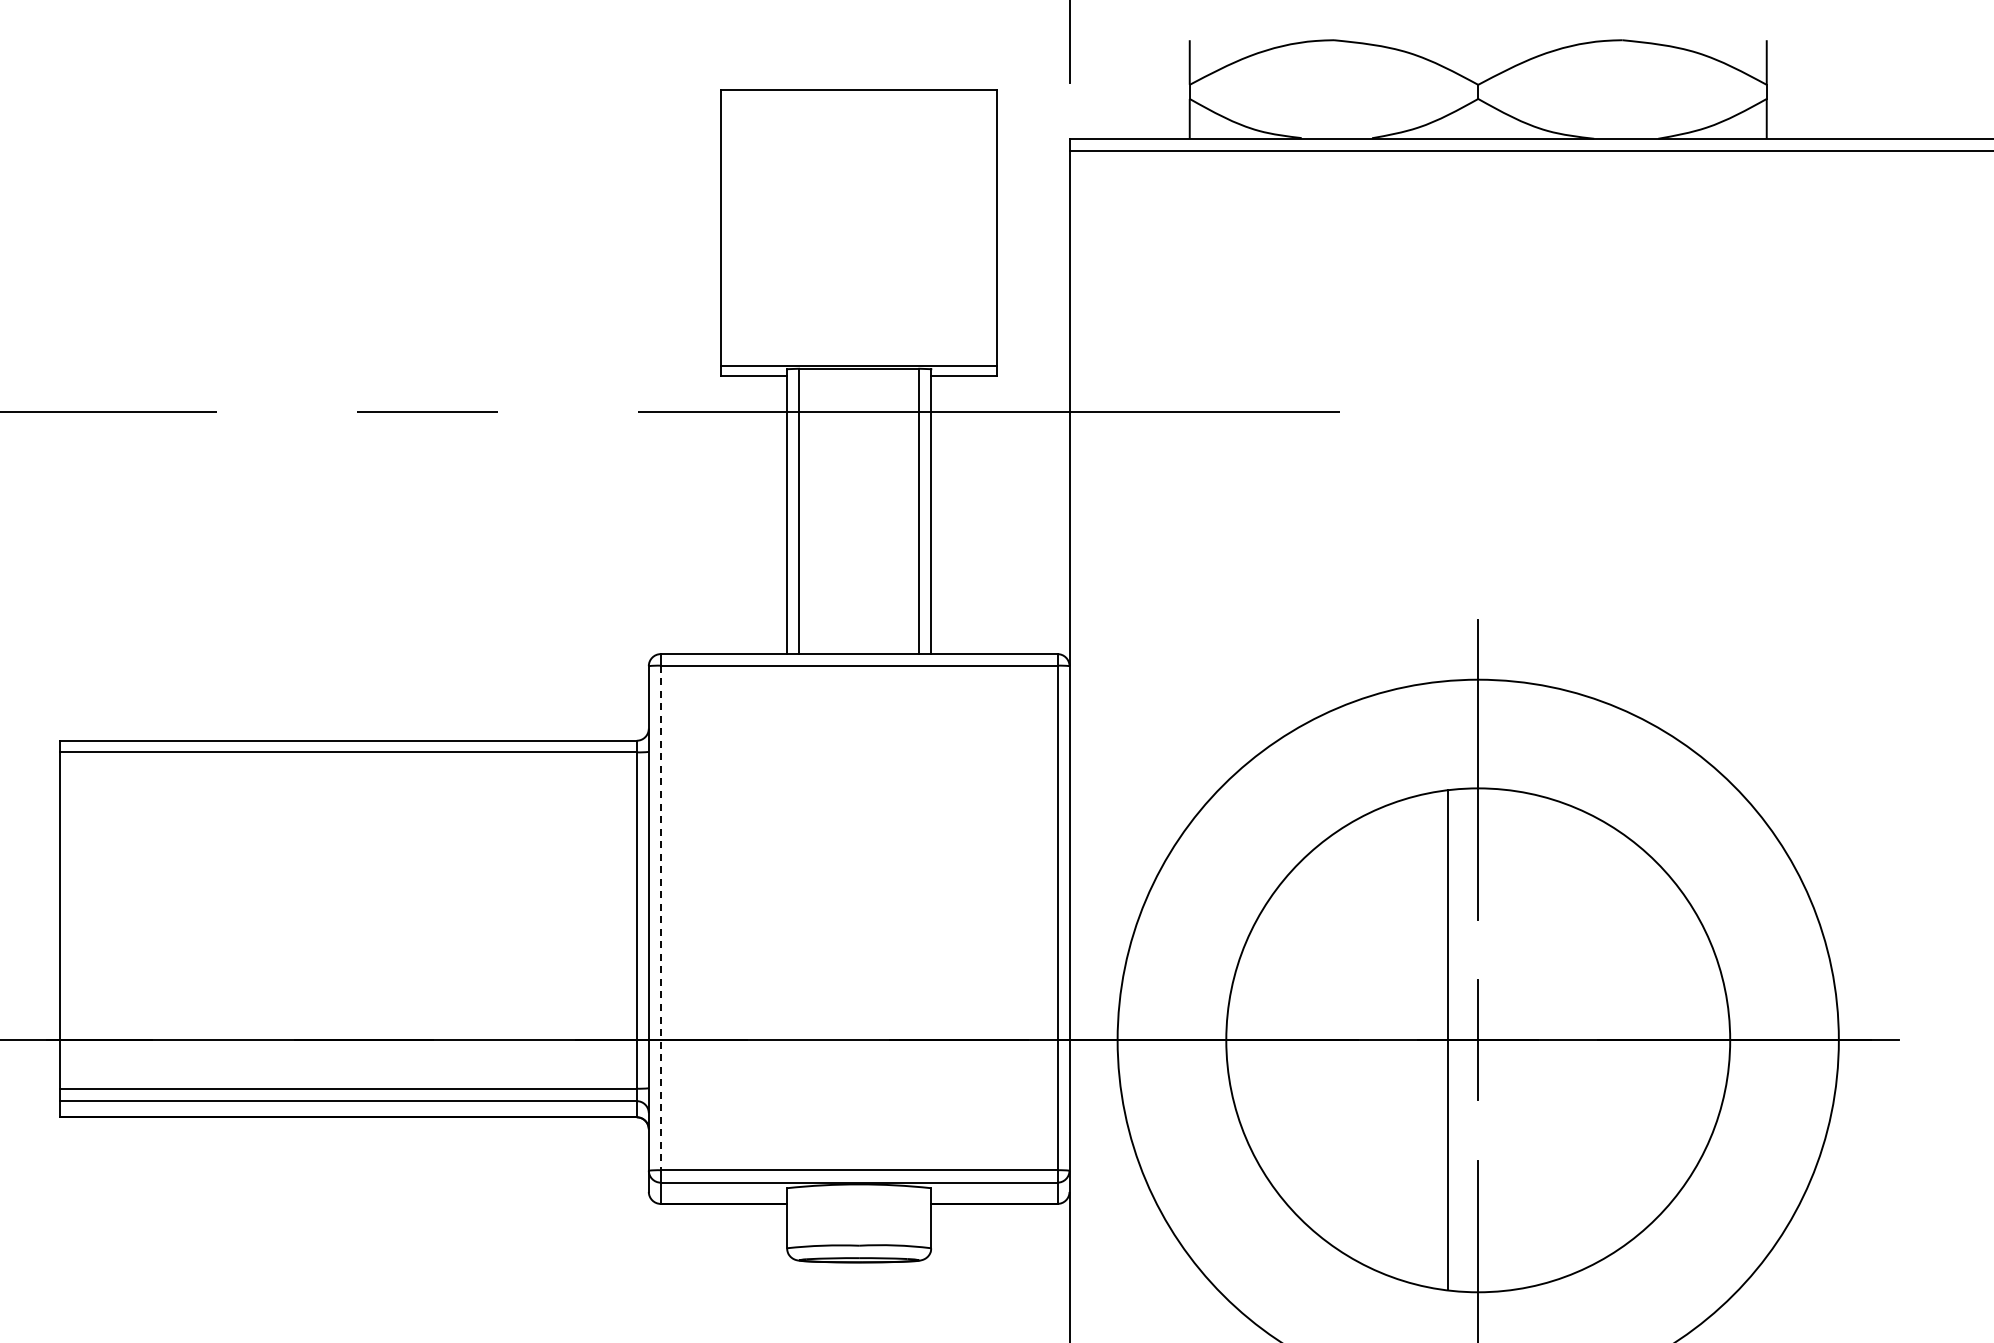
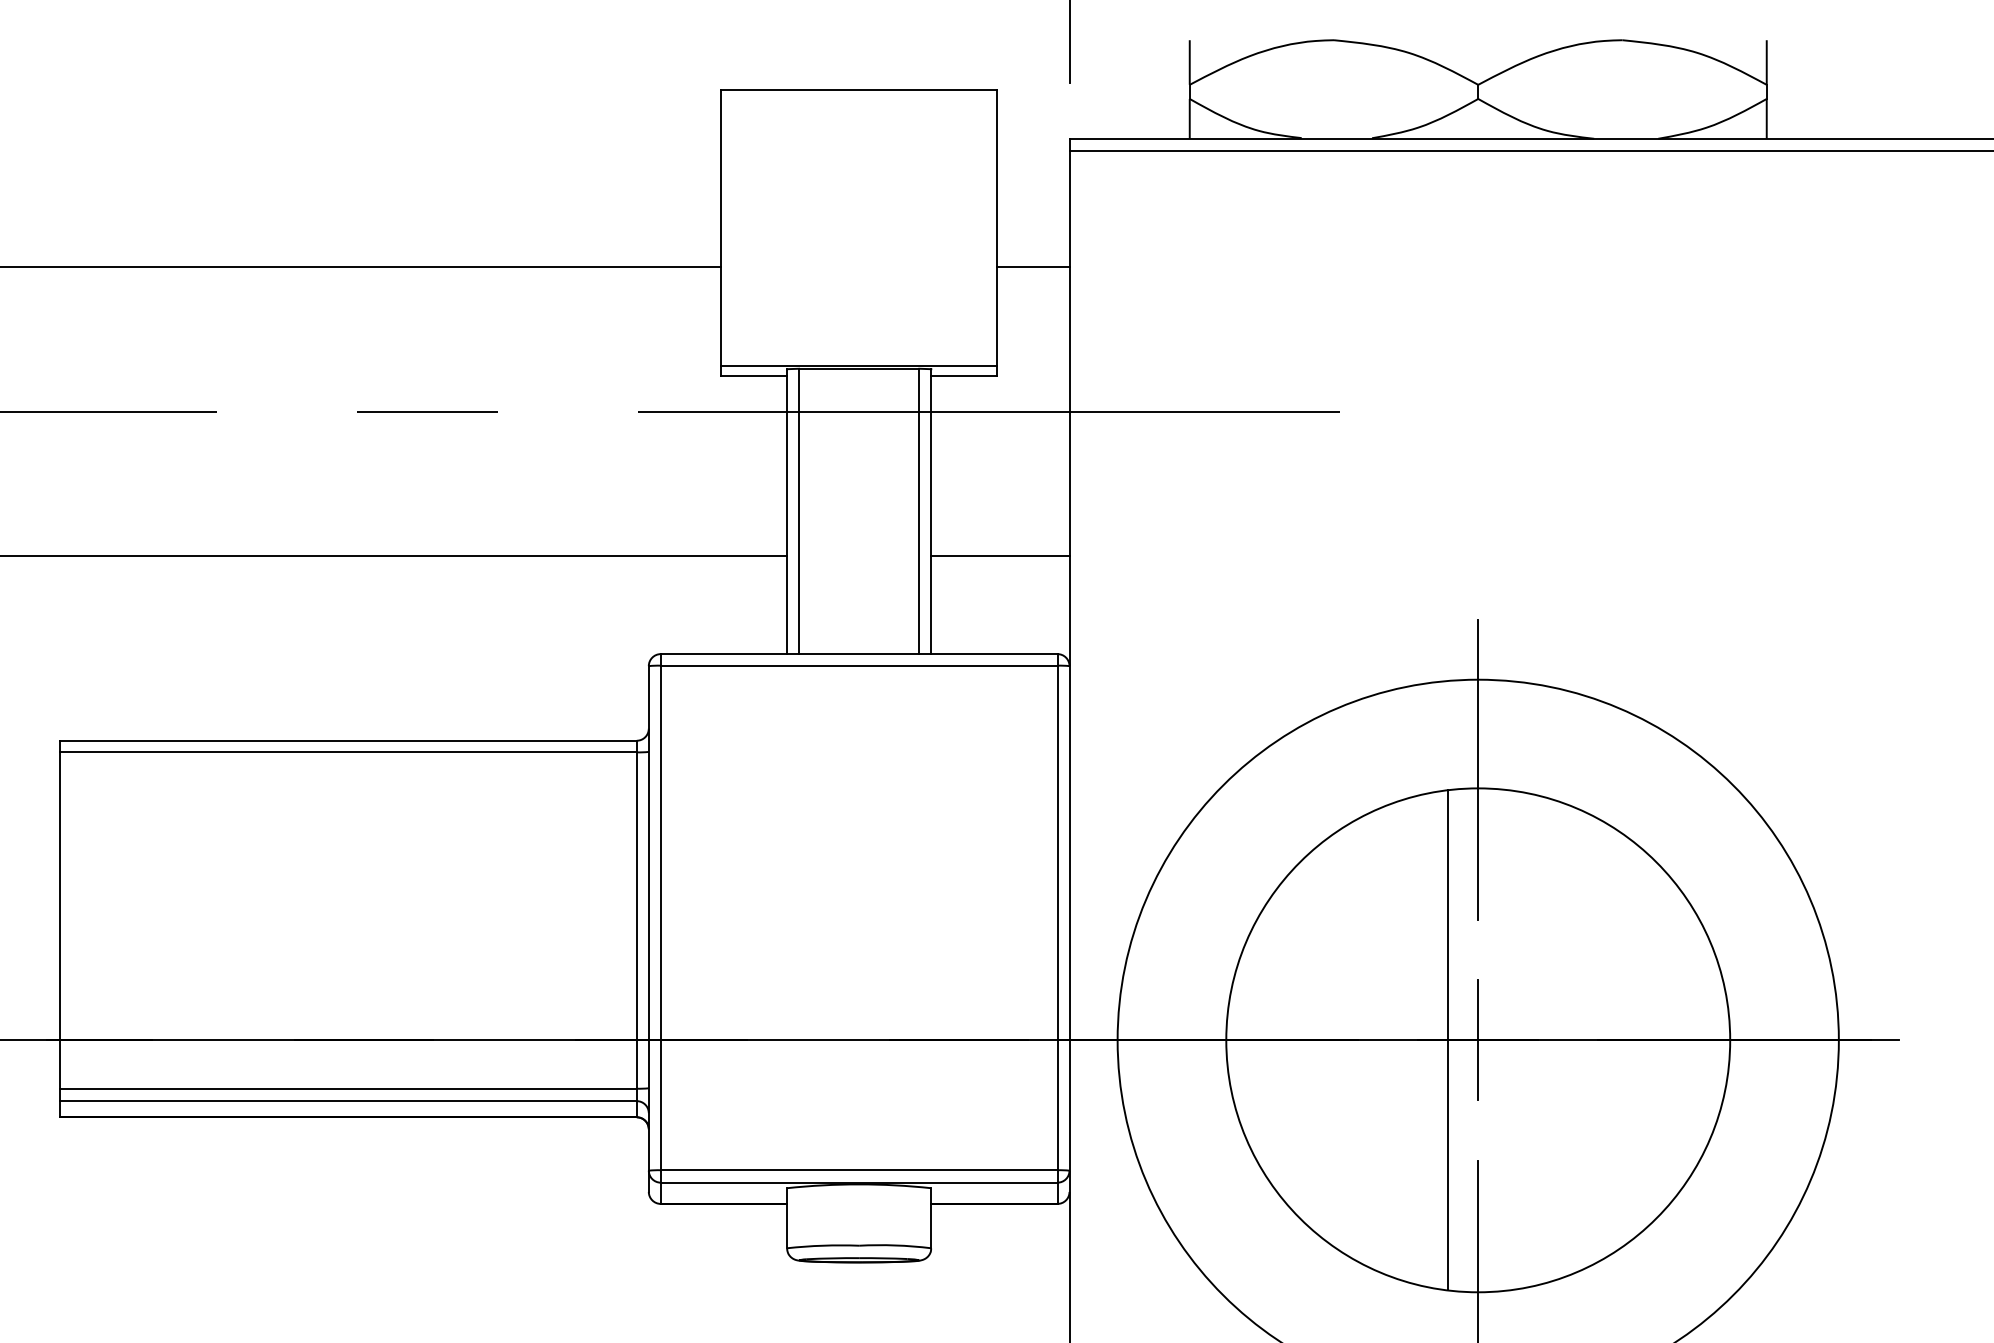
line at (361, 267): none -> present
line at (1033, 267): none -> present
line at (394, 555): none -> present
line at (1000, 555): none -> present
line at (660, 918): dashed -> solid
